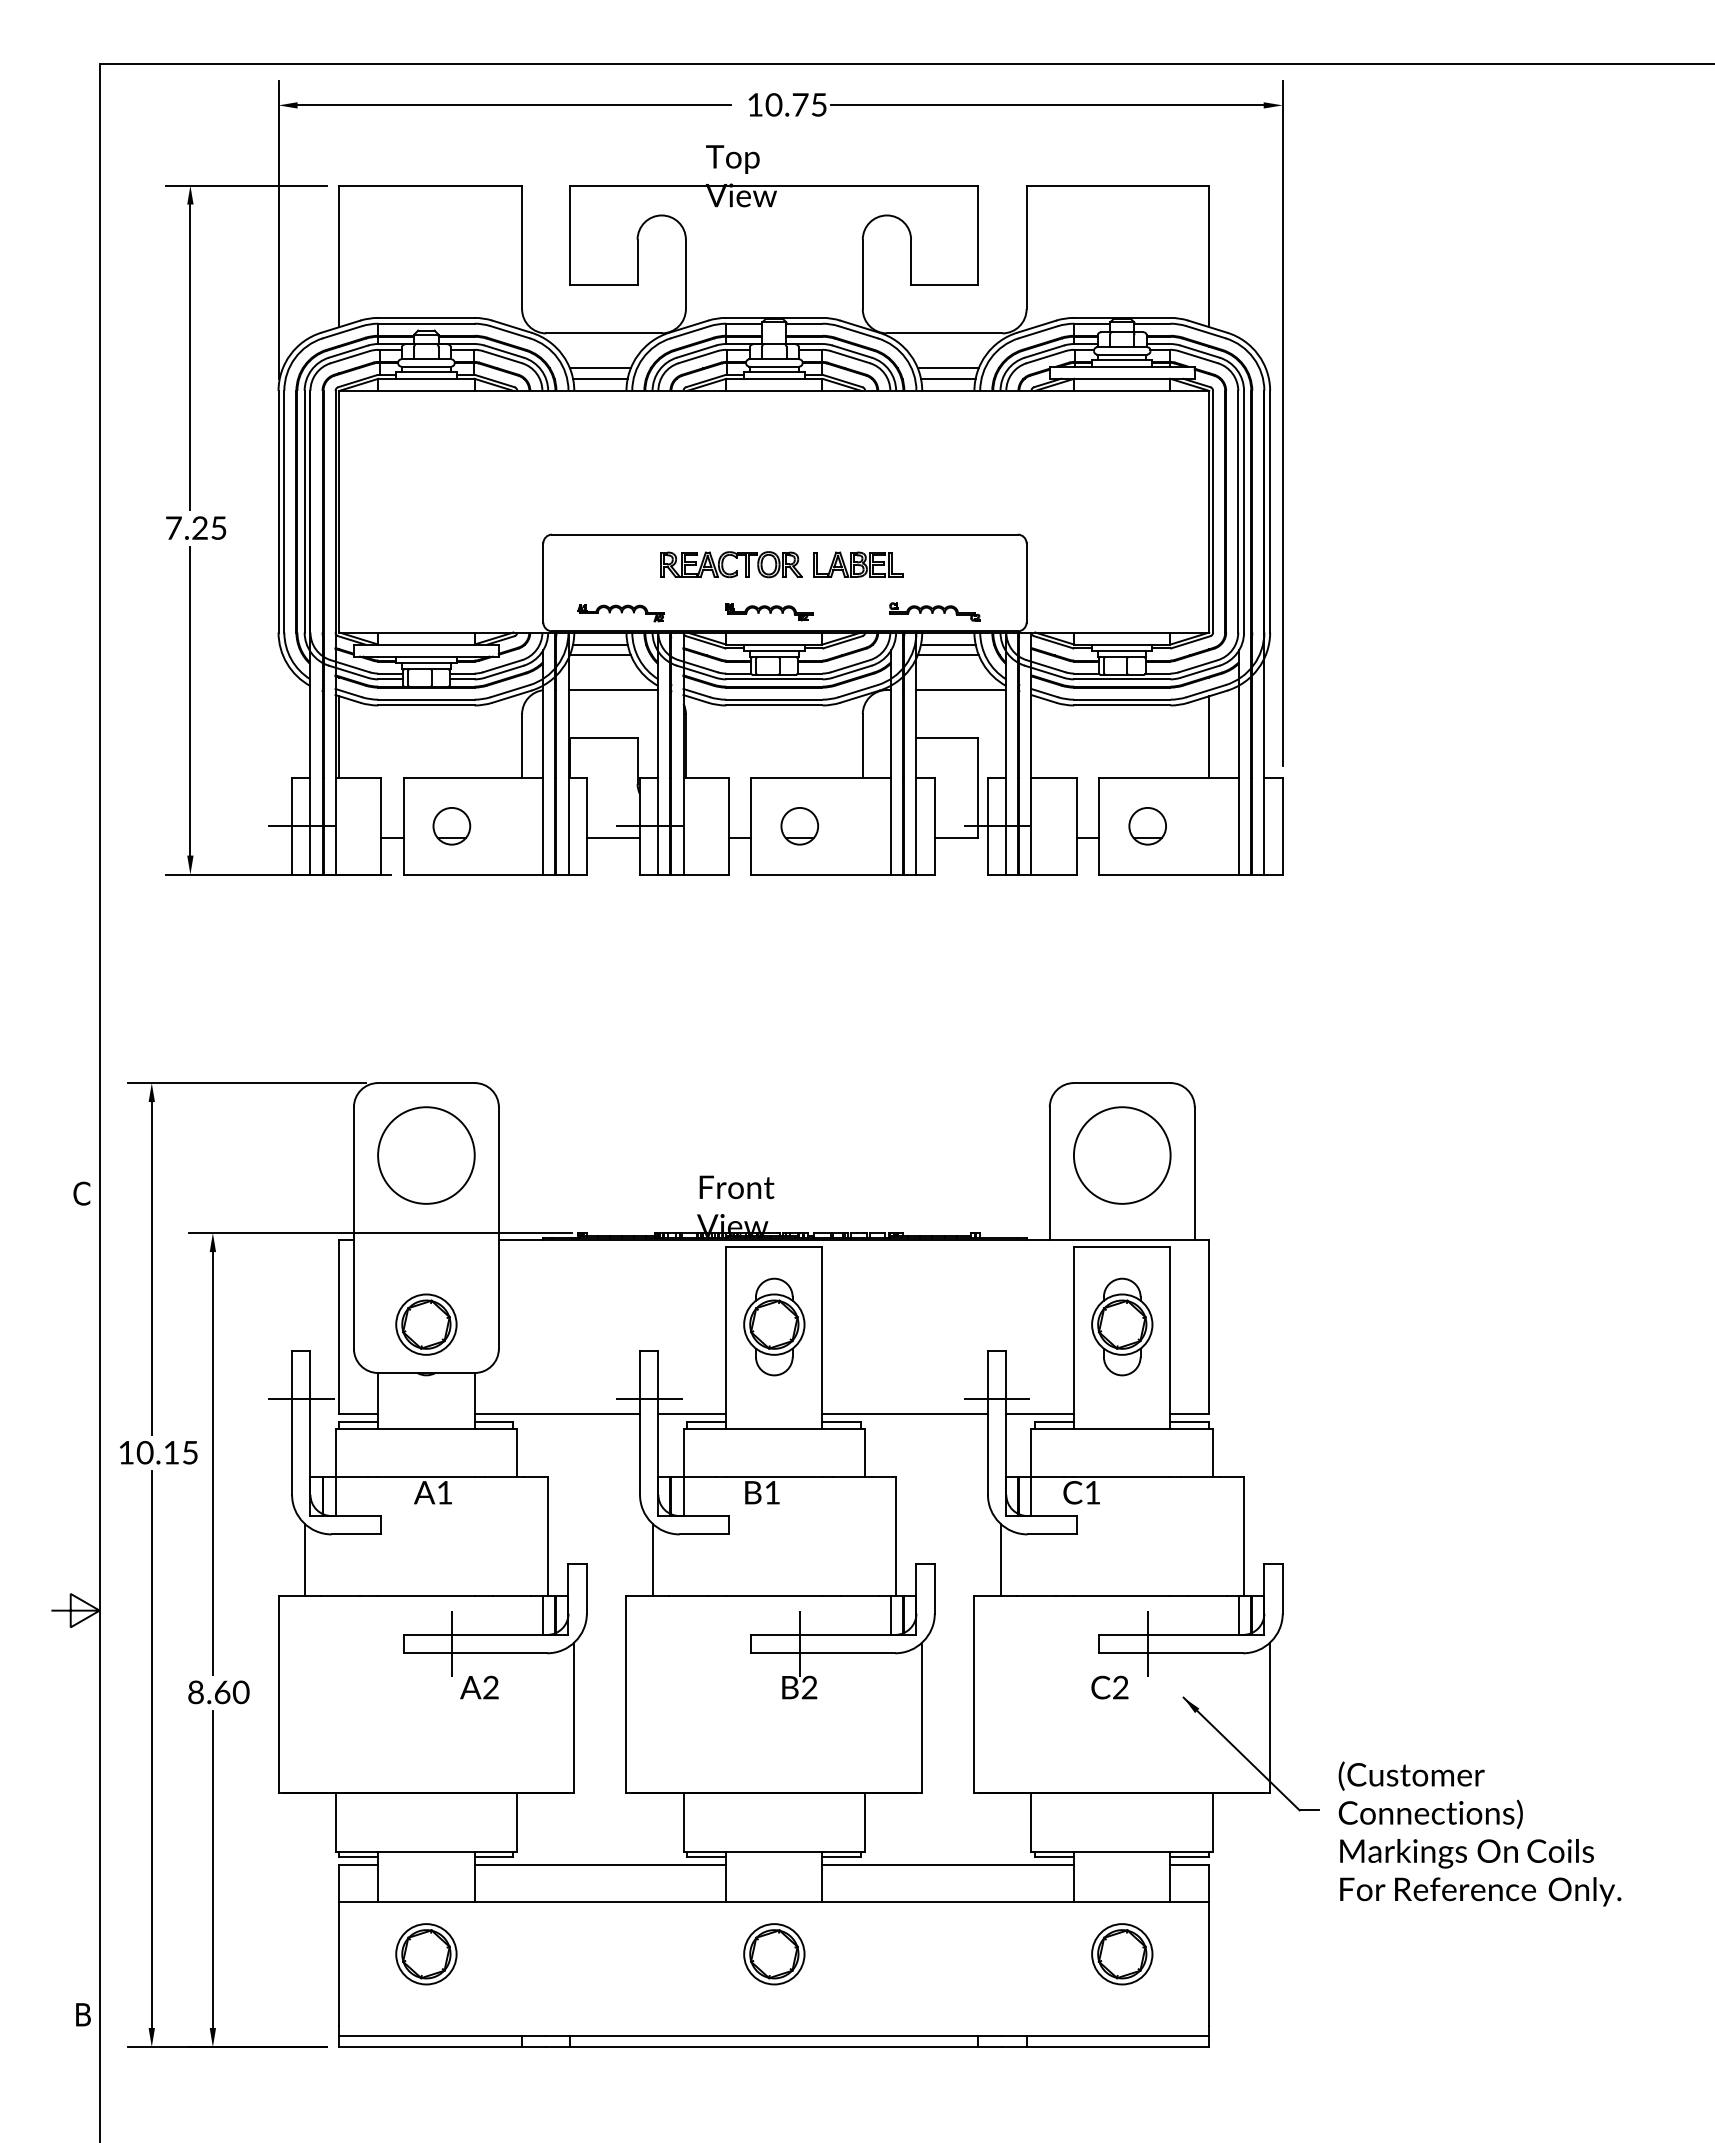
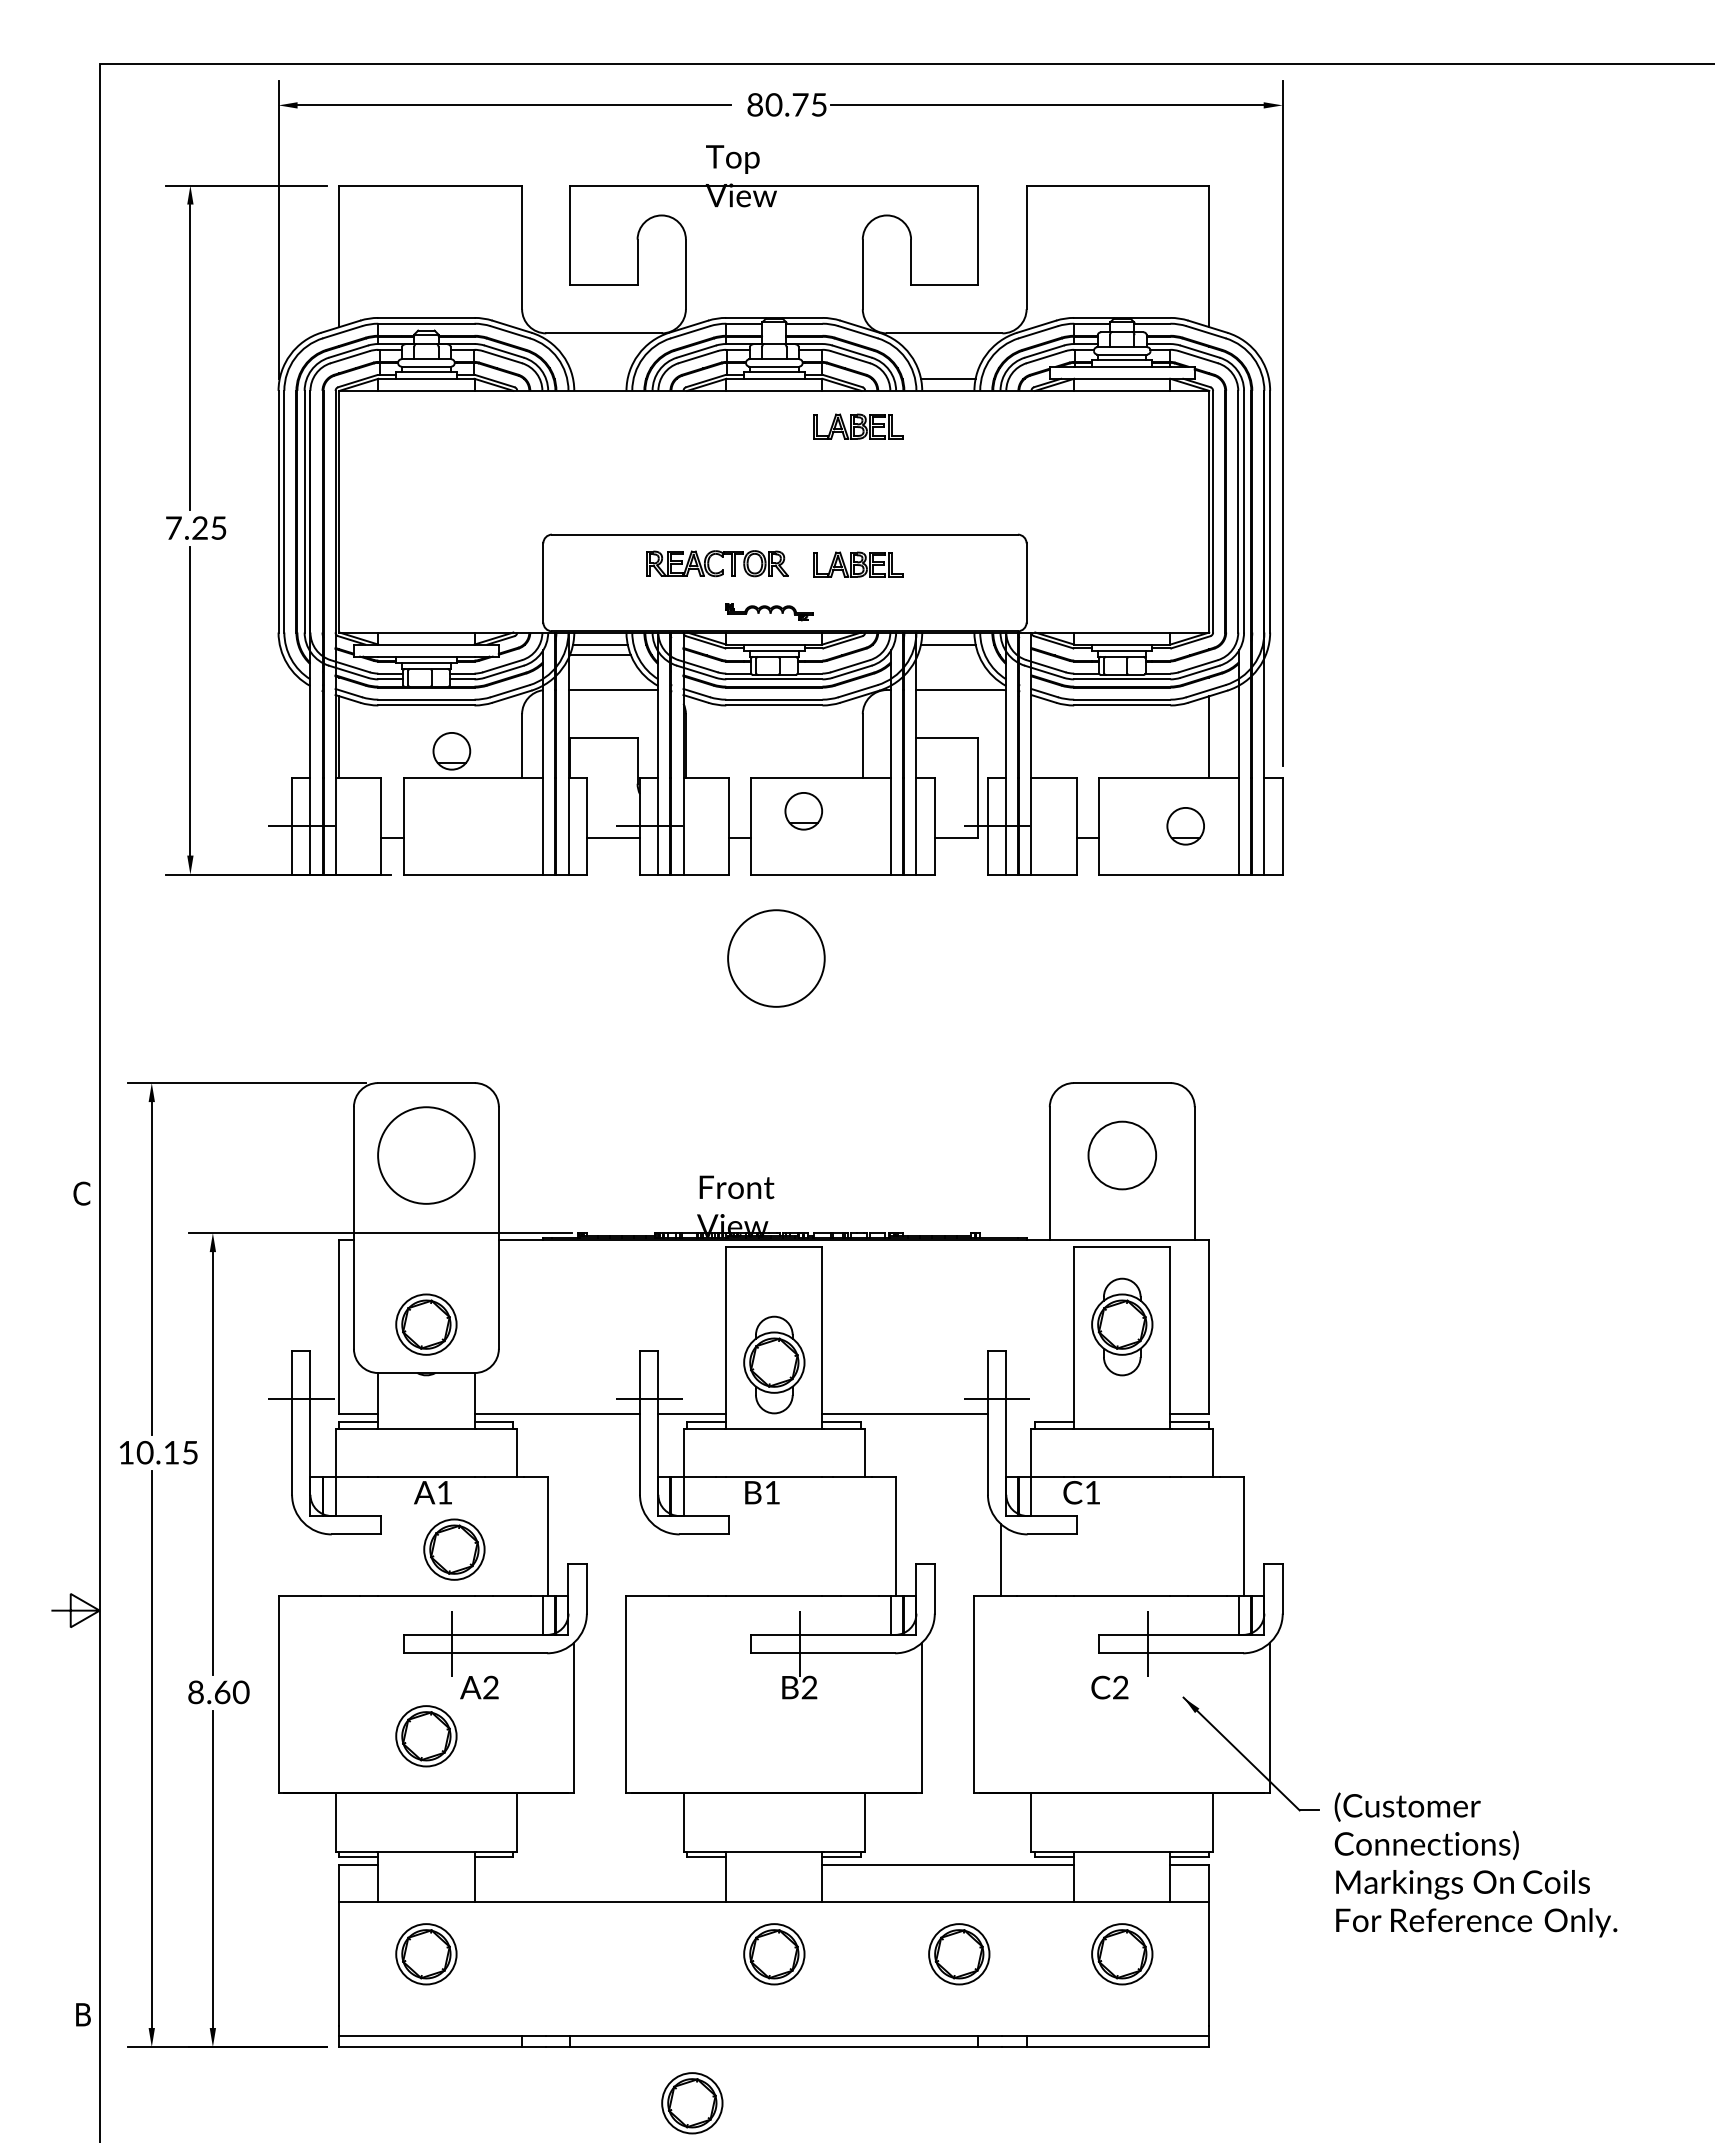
text at (754, 104): 10.75 -> 80.75
line at (599, 368): present -> none
line at (947, 368): present -> none
line at (600, 378): present -> none
part at (858, 426): none -> present
part at (735, 558) position: (735, 558) -> (721, 557)
part at (934, 611): present -> none
part at (620, 613): present -> none
line at (947, 655): present -> none
part at (451, 826) position: (451, 826) -> (451, 751)
part at (799, 826) position: (799, 826) -> (803, 811)
part at (1147, 826) position: (1147, 826) -> (1185, 826)
circle at (776, 958): none -> present
circle at (1122, 1155) size: 99x99 px -> 71x71 px
part at (774, 1326) position: (774, 1326) -> (774, 1364)
line at (1040, 1413): present -> none
part at (454, 1549): none -> present
line at (304, 1559): present -> none
line at (652, 1559): present -> none
part at (426, 1736): none -> present
text at (1479, 1833) position: (1479, 1833) -> (1475, 1864)
line at (600, 1865): present -> none
part at (959, 1954): none -> present
part at (692, 2103): none -> present
